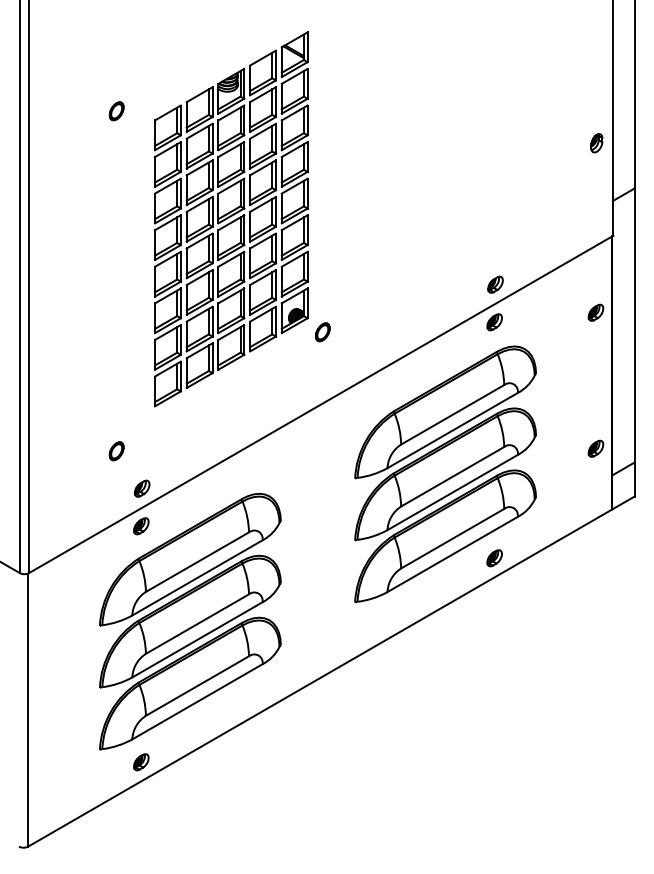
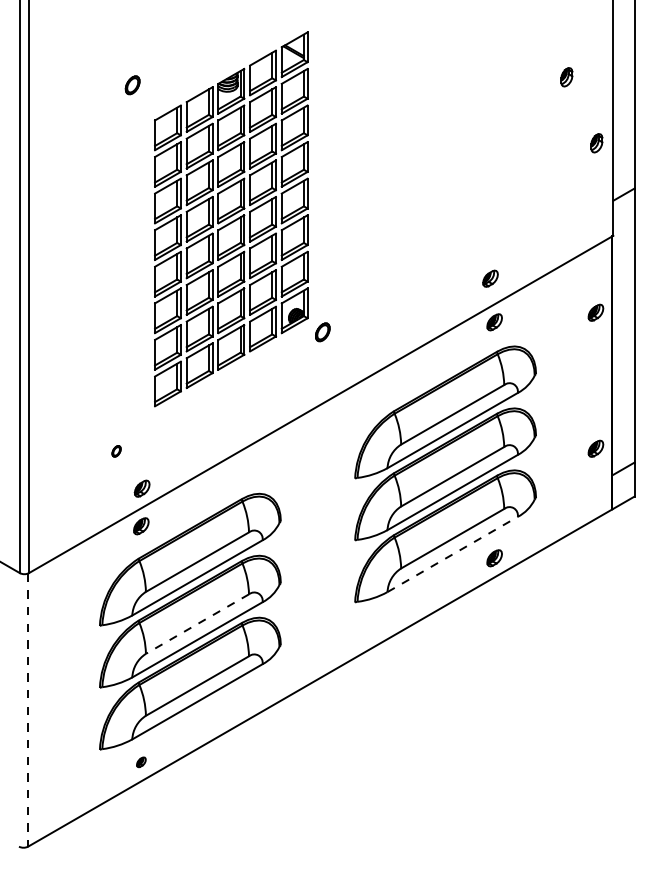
part at (566, 77): none -> present
part at (116, 111) position: (116, 111) -> (132, 85)
part at (495, 284) position: (495, 284) -> (490, 278)
part at (116, 451) size: 17x21 px -> 11x13 px
line at (453, 554): solid -> dashed
line at (197, 624): solid -> dashed
line at (28, 710): solid -> dashed
part at (141, 762) size: 17x19 px -> 11x13 px
